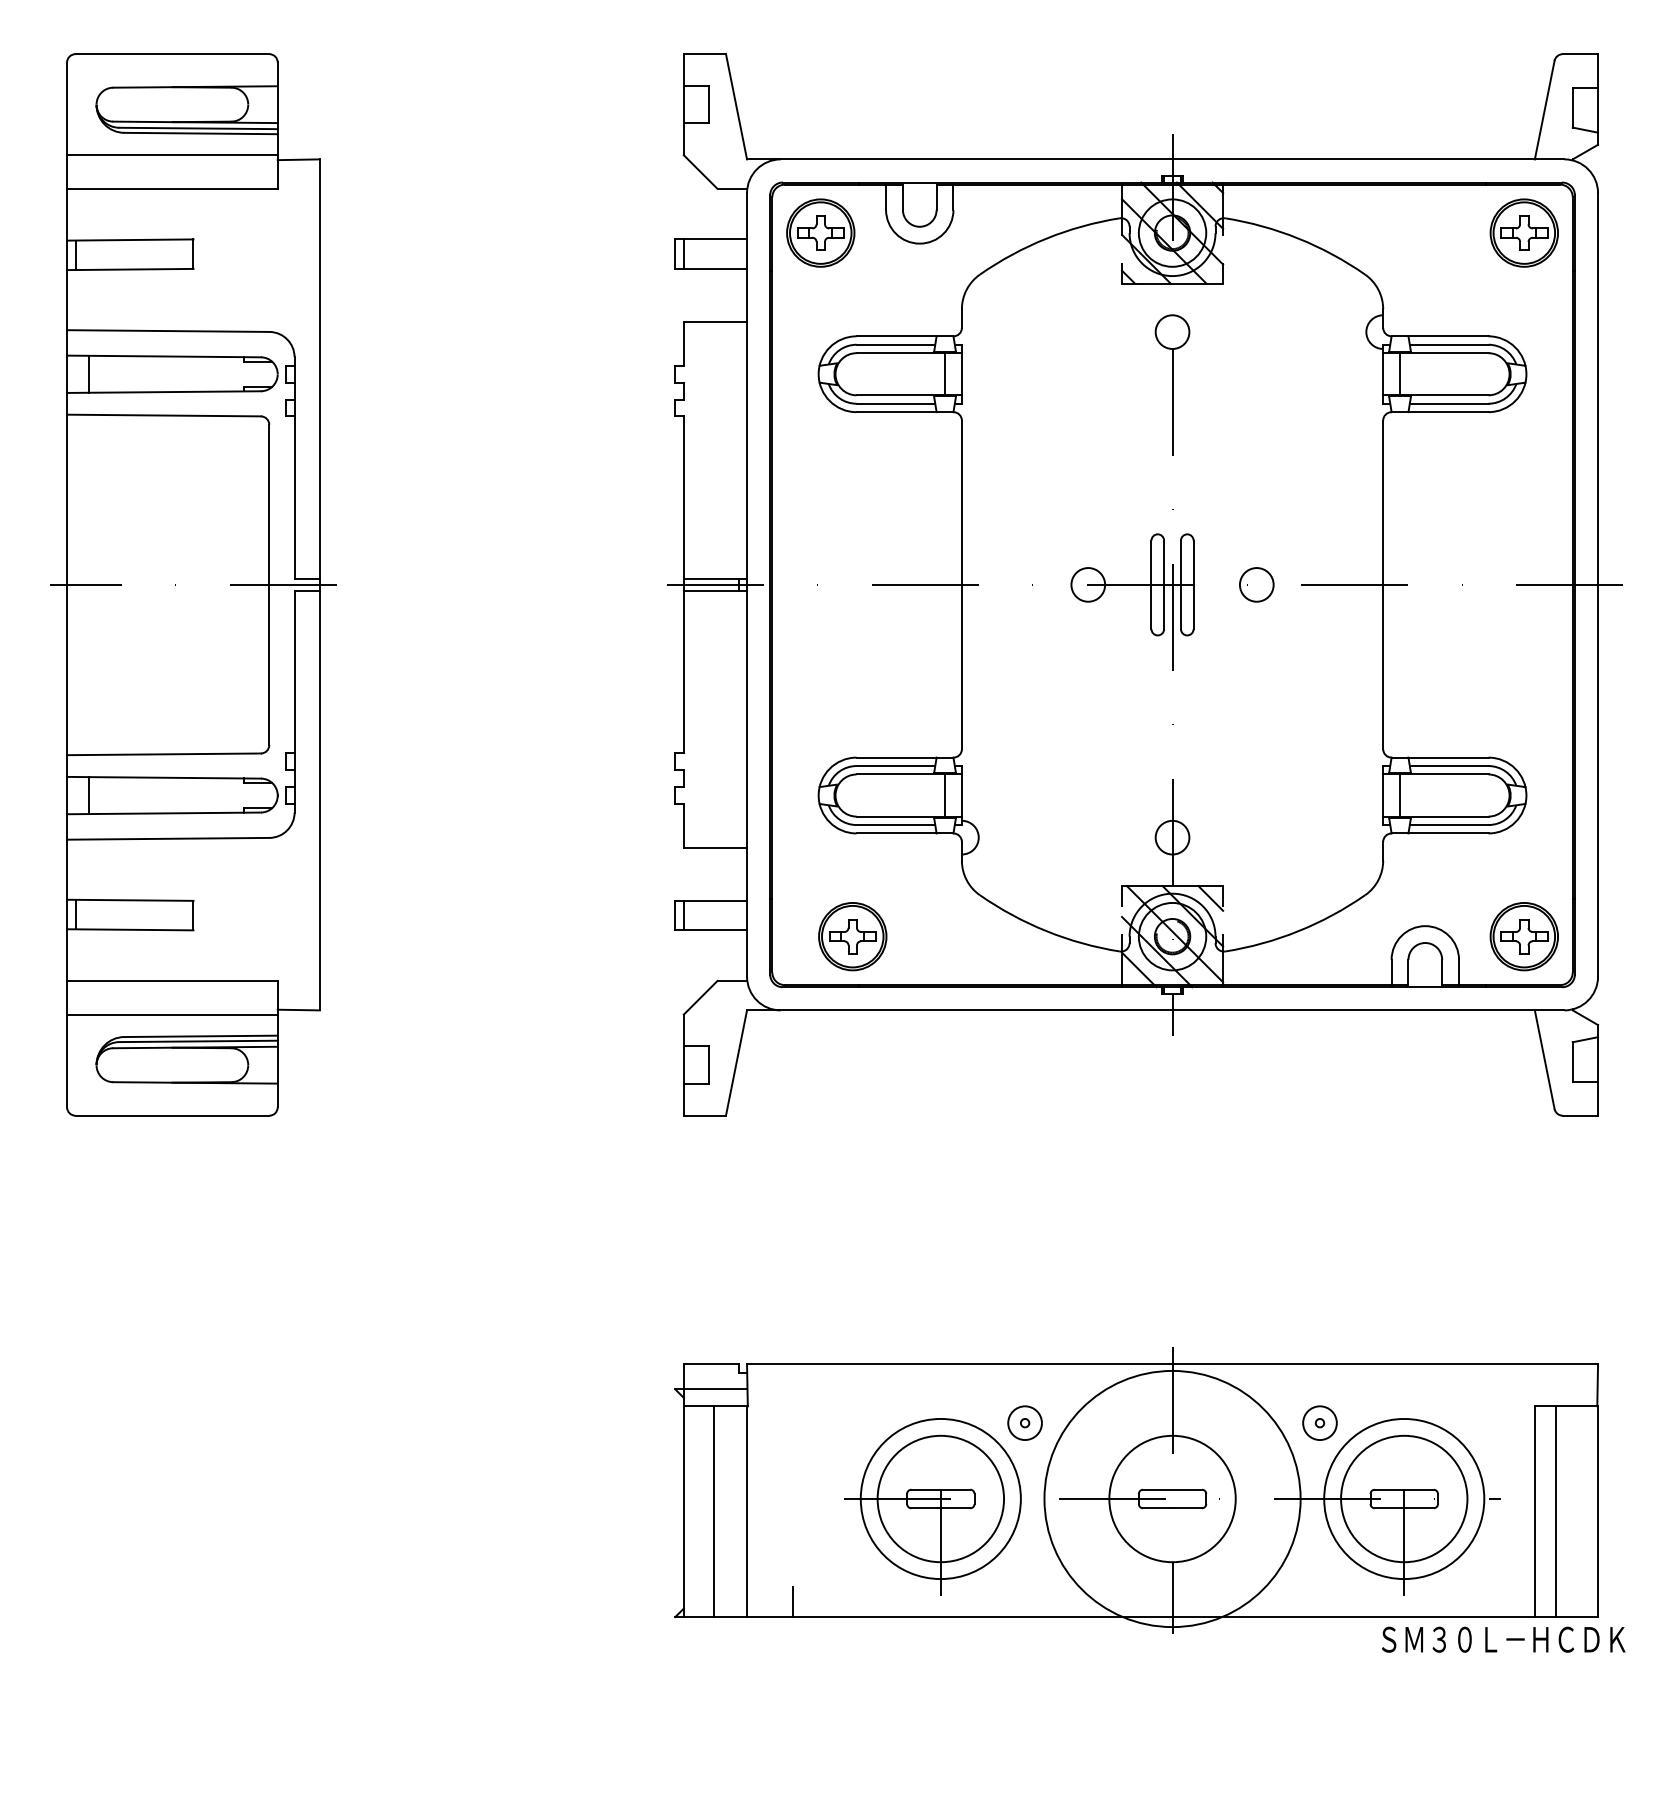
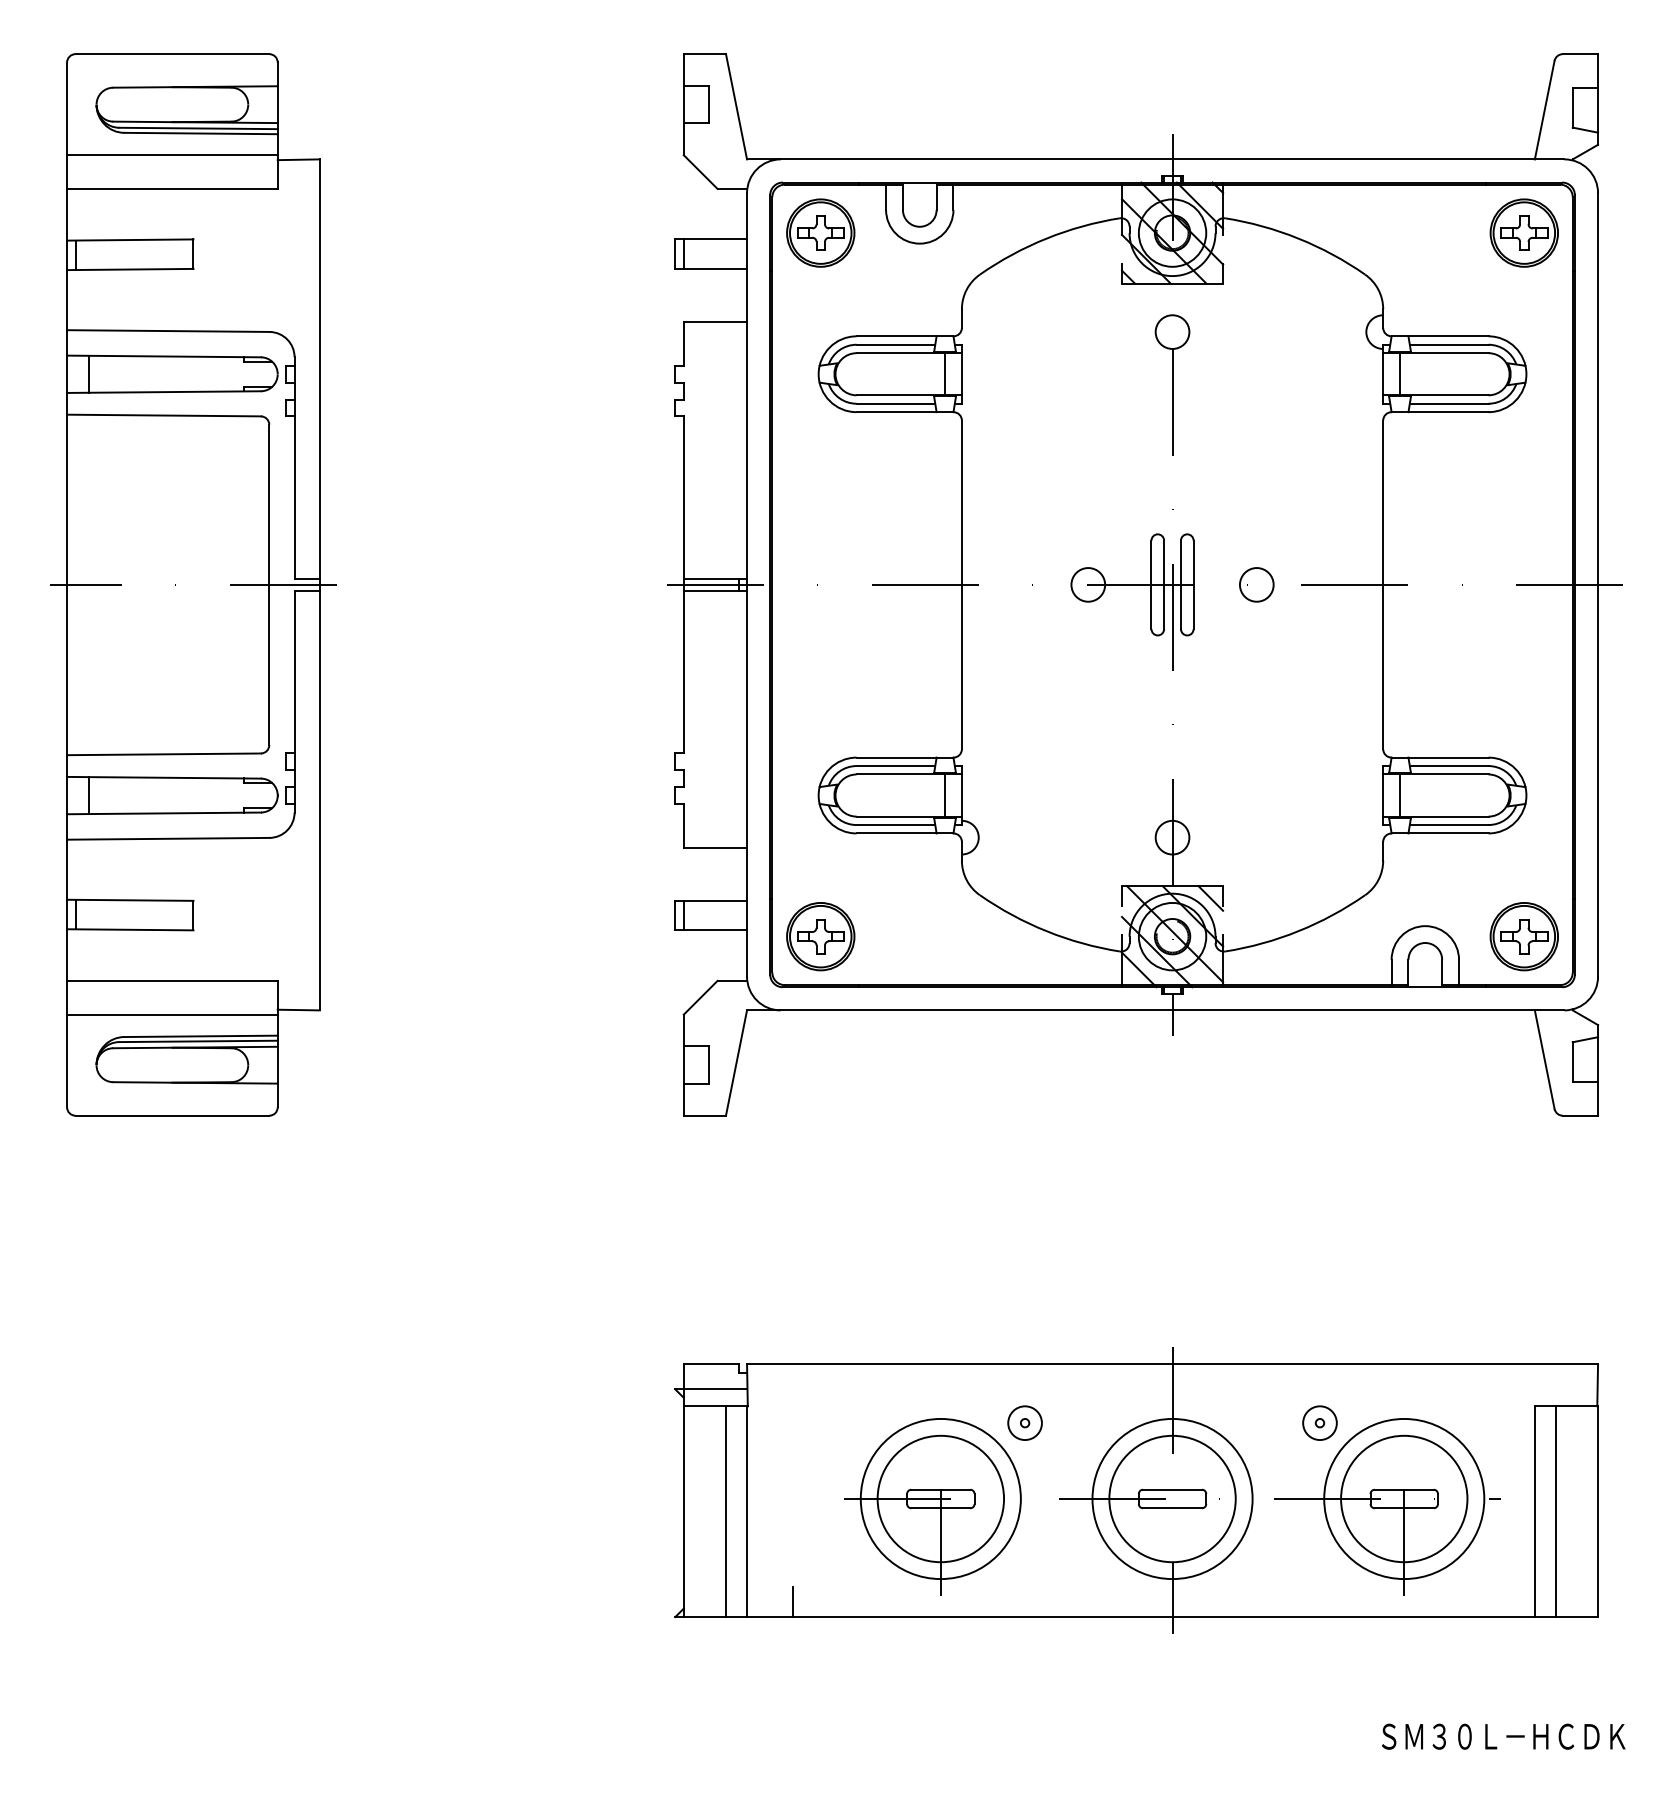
part at (852, 936) position: (852, 936) -> (820, 936)
circle at (1172, 1498) diameter: 256 px -> 160 px
line at (713, 1511) position: (713, 1511) -> (725, 1511)
text at (1503, 1639) position: (1503, 1639) -> (1503, 1736)
